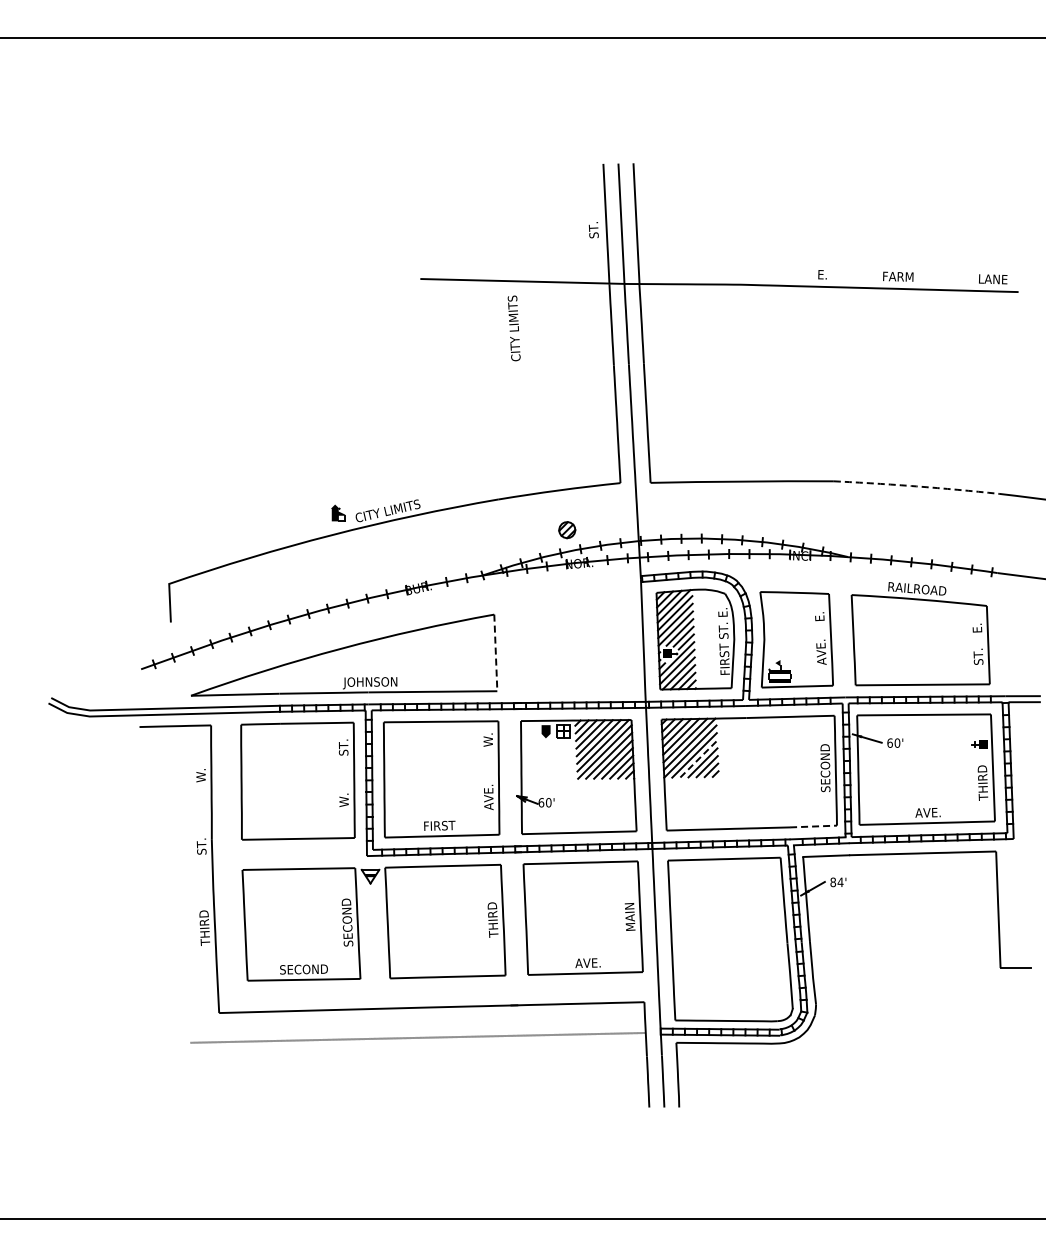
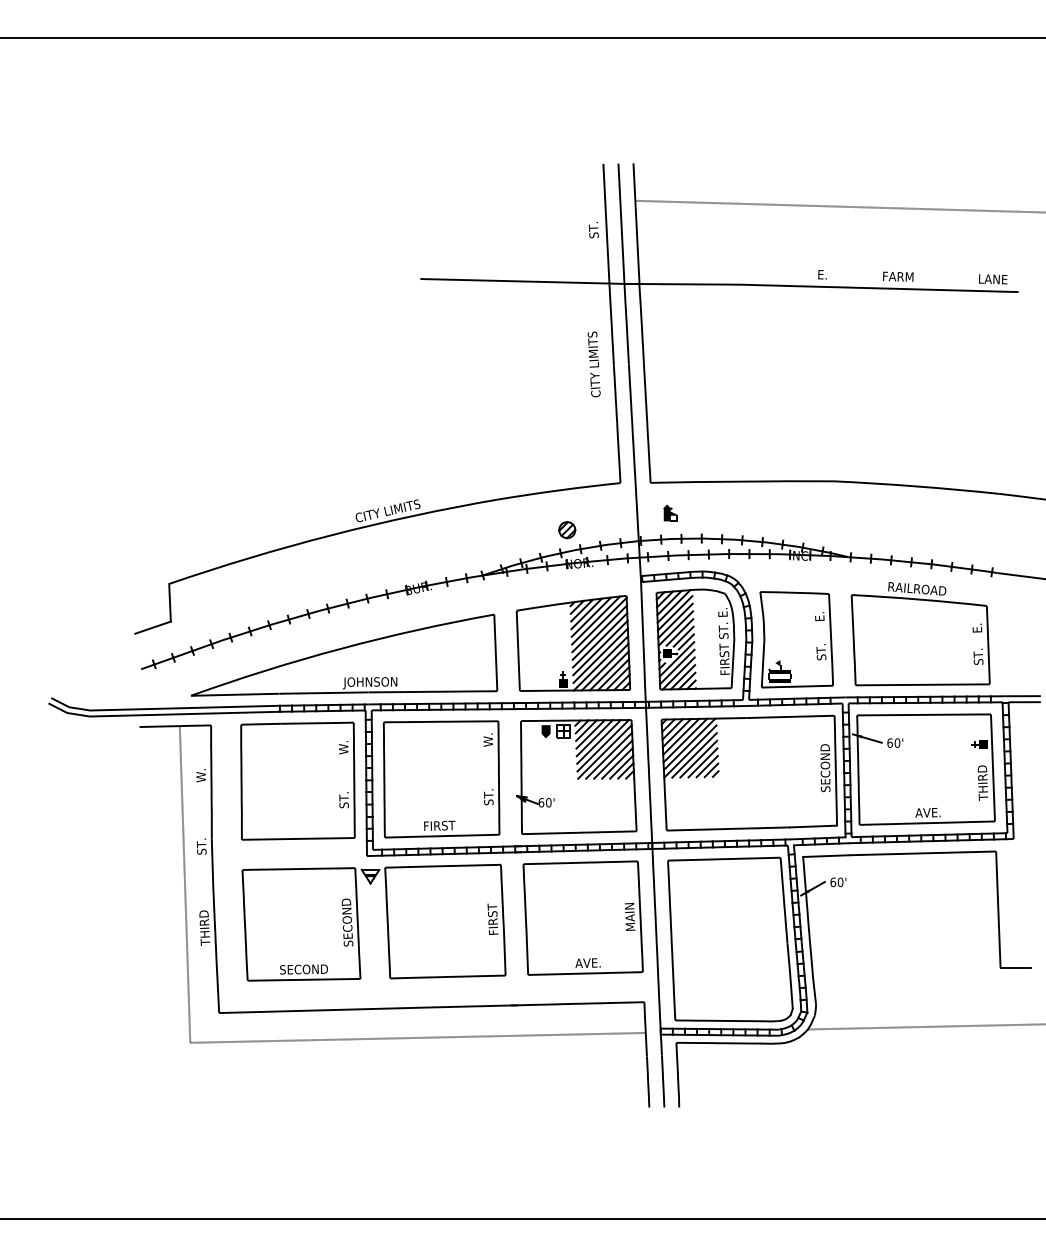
line at (838, 206): none -> present
text at (513, 328) position: (513, 328) -> (593, 364)
arc at (916, 486): dashed -> solid
part at (338, 512) position: (338, 512) -> (670, 512)
line at (152, 627): none -> present
part at (573, 643): none -> present
text at (821, 651): AVE. -> ST.
line at (495, 653): dashed -> solid
text at (343, 747): ST. -> W.
line at (698, 759): dashed -> solid
text at (488, 797): AVE. -> ST.
text at (343, 800): W. -> ST.
line at (814, 826): dashed -> solid
text at (836, 882): 84' -> 60'
line at (184, 884): none -> present
text at (492, 919): THIRD -> FIRST
line at (924, 1026): none -> present
